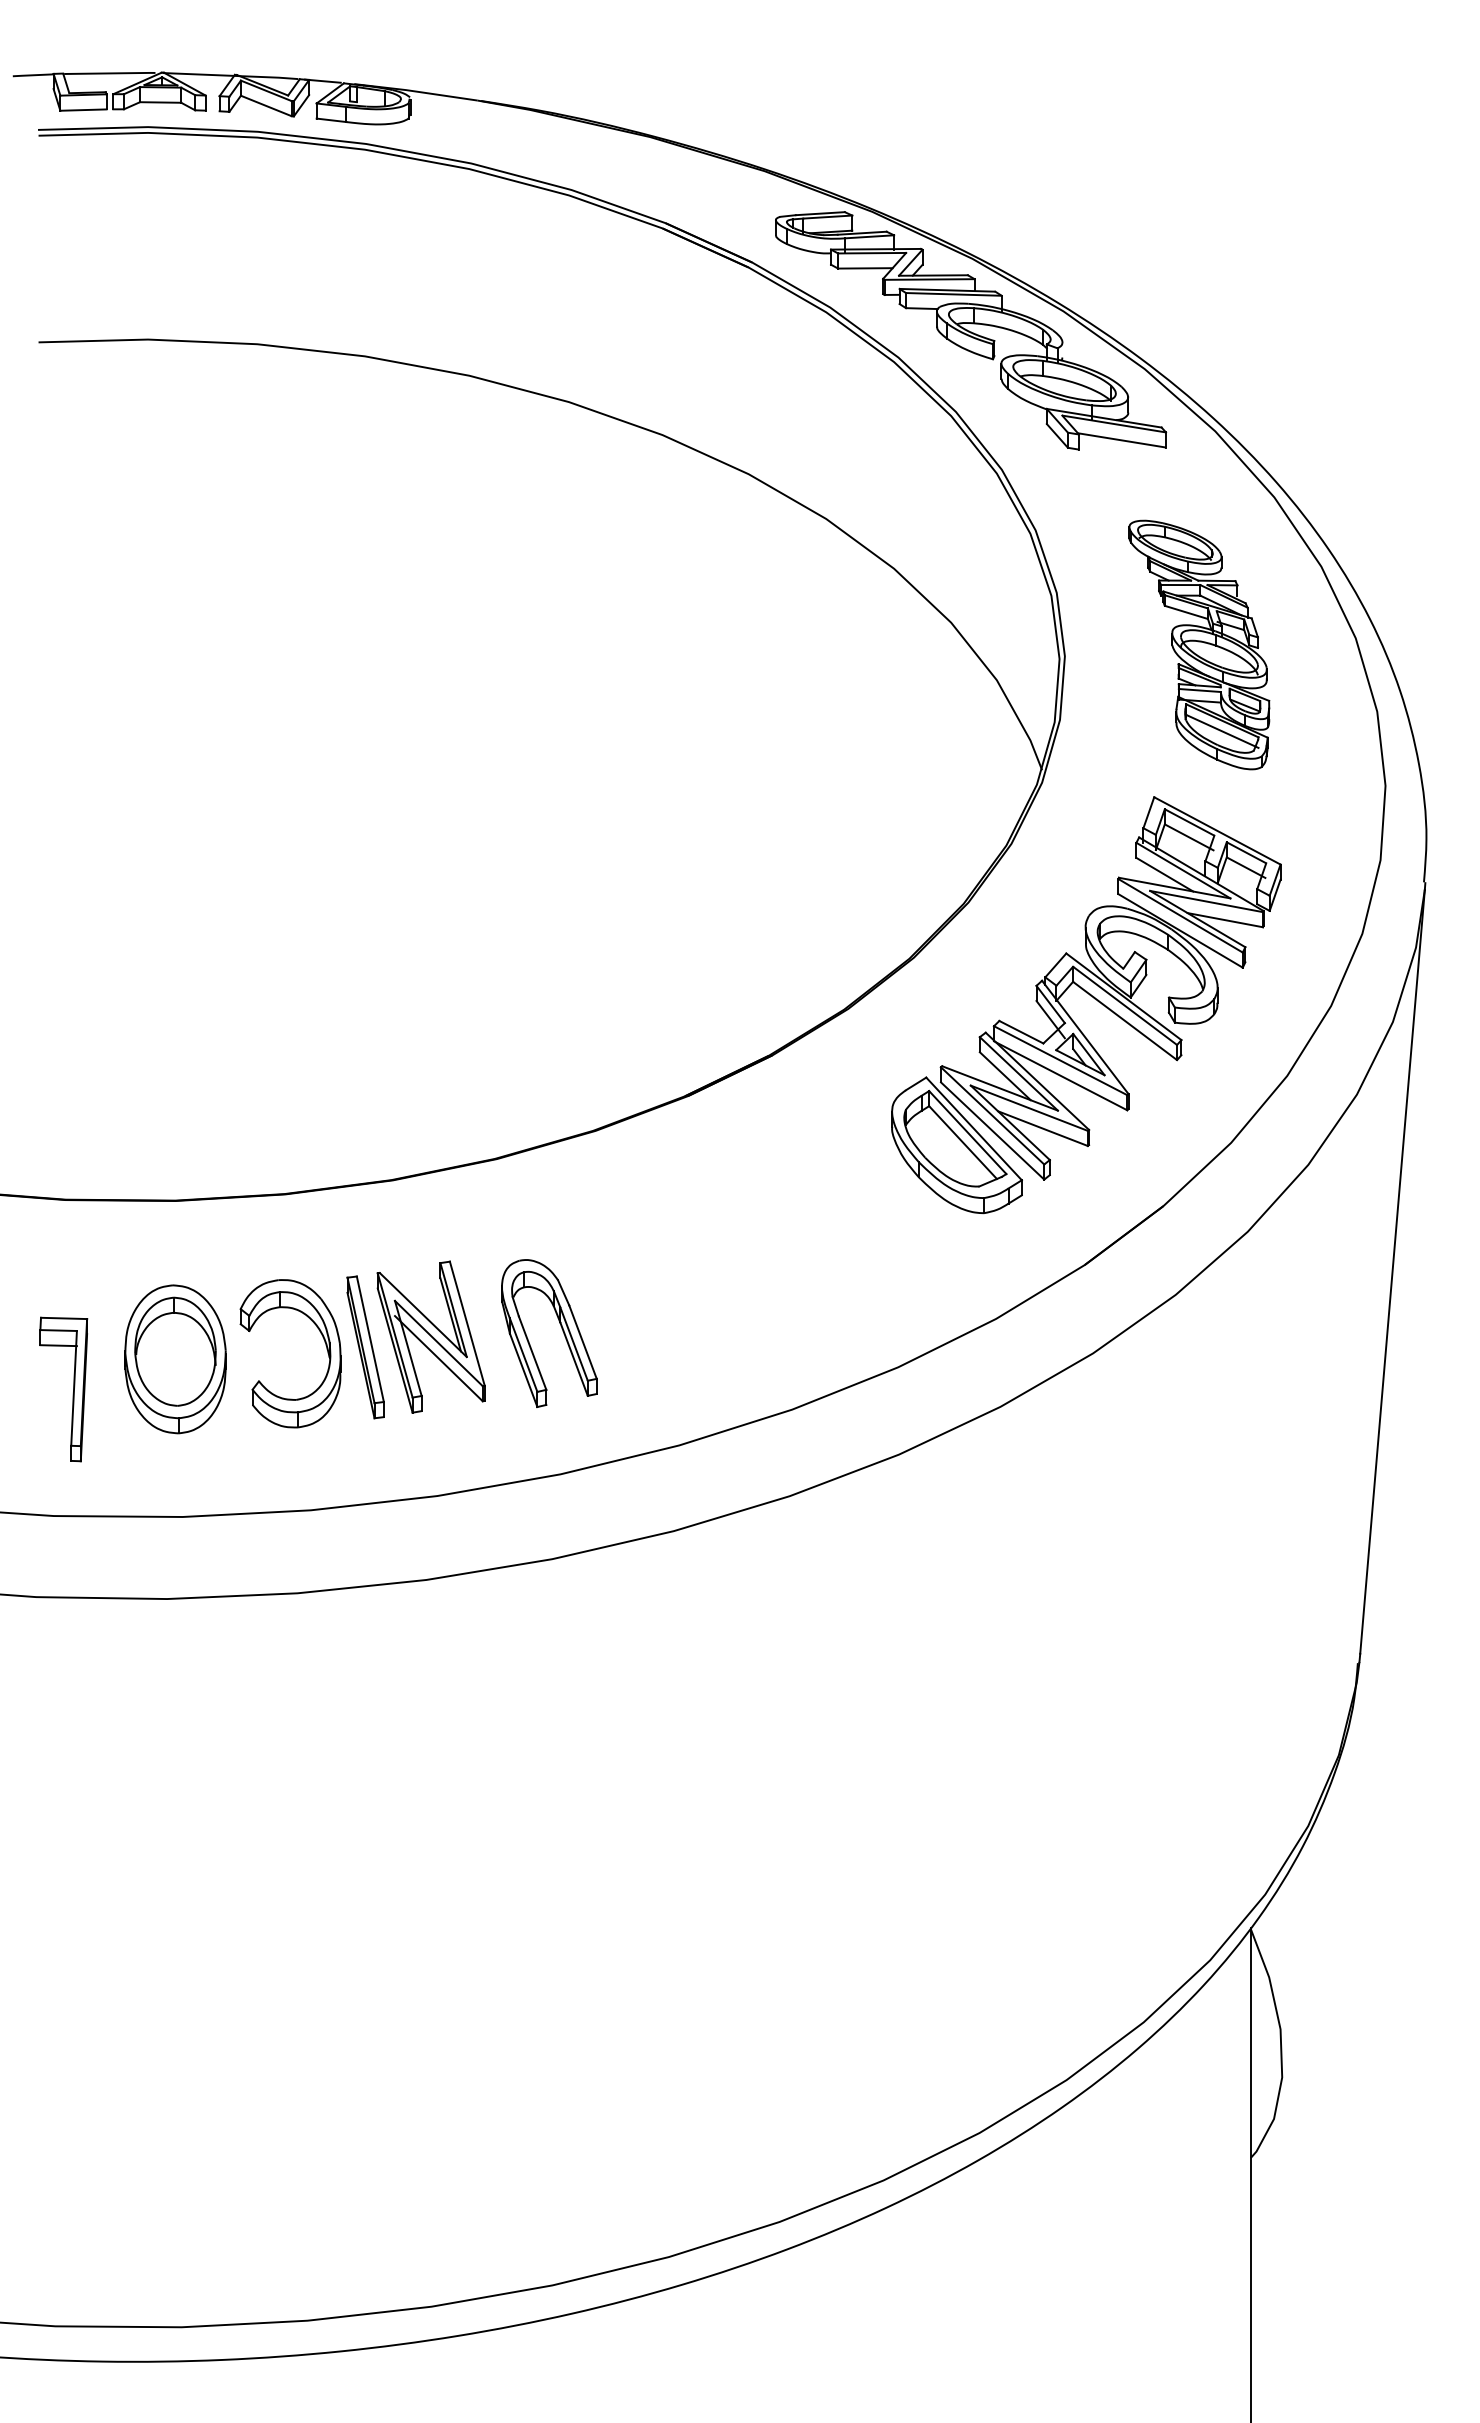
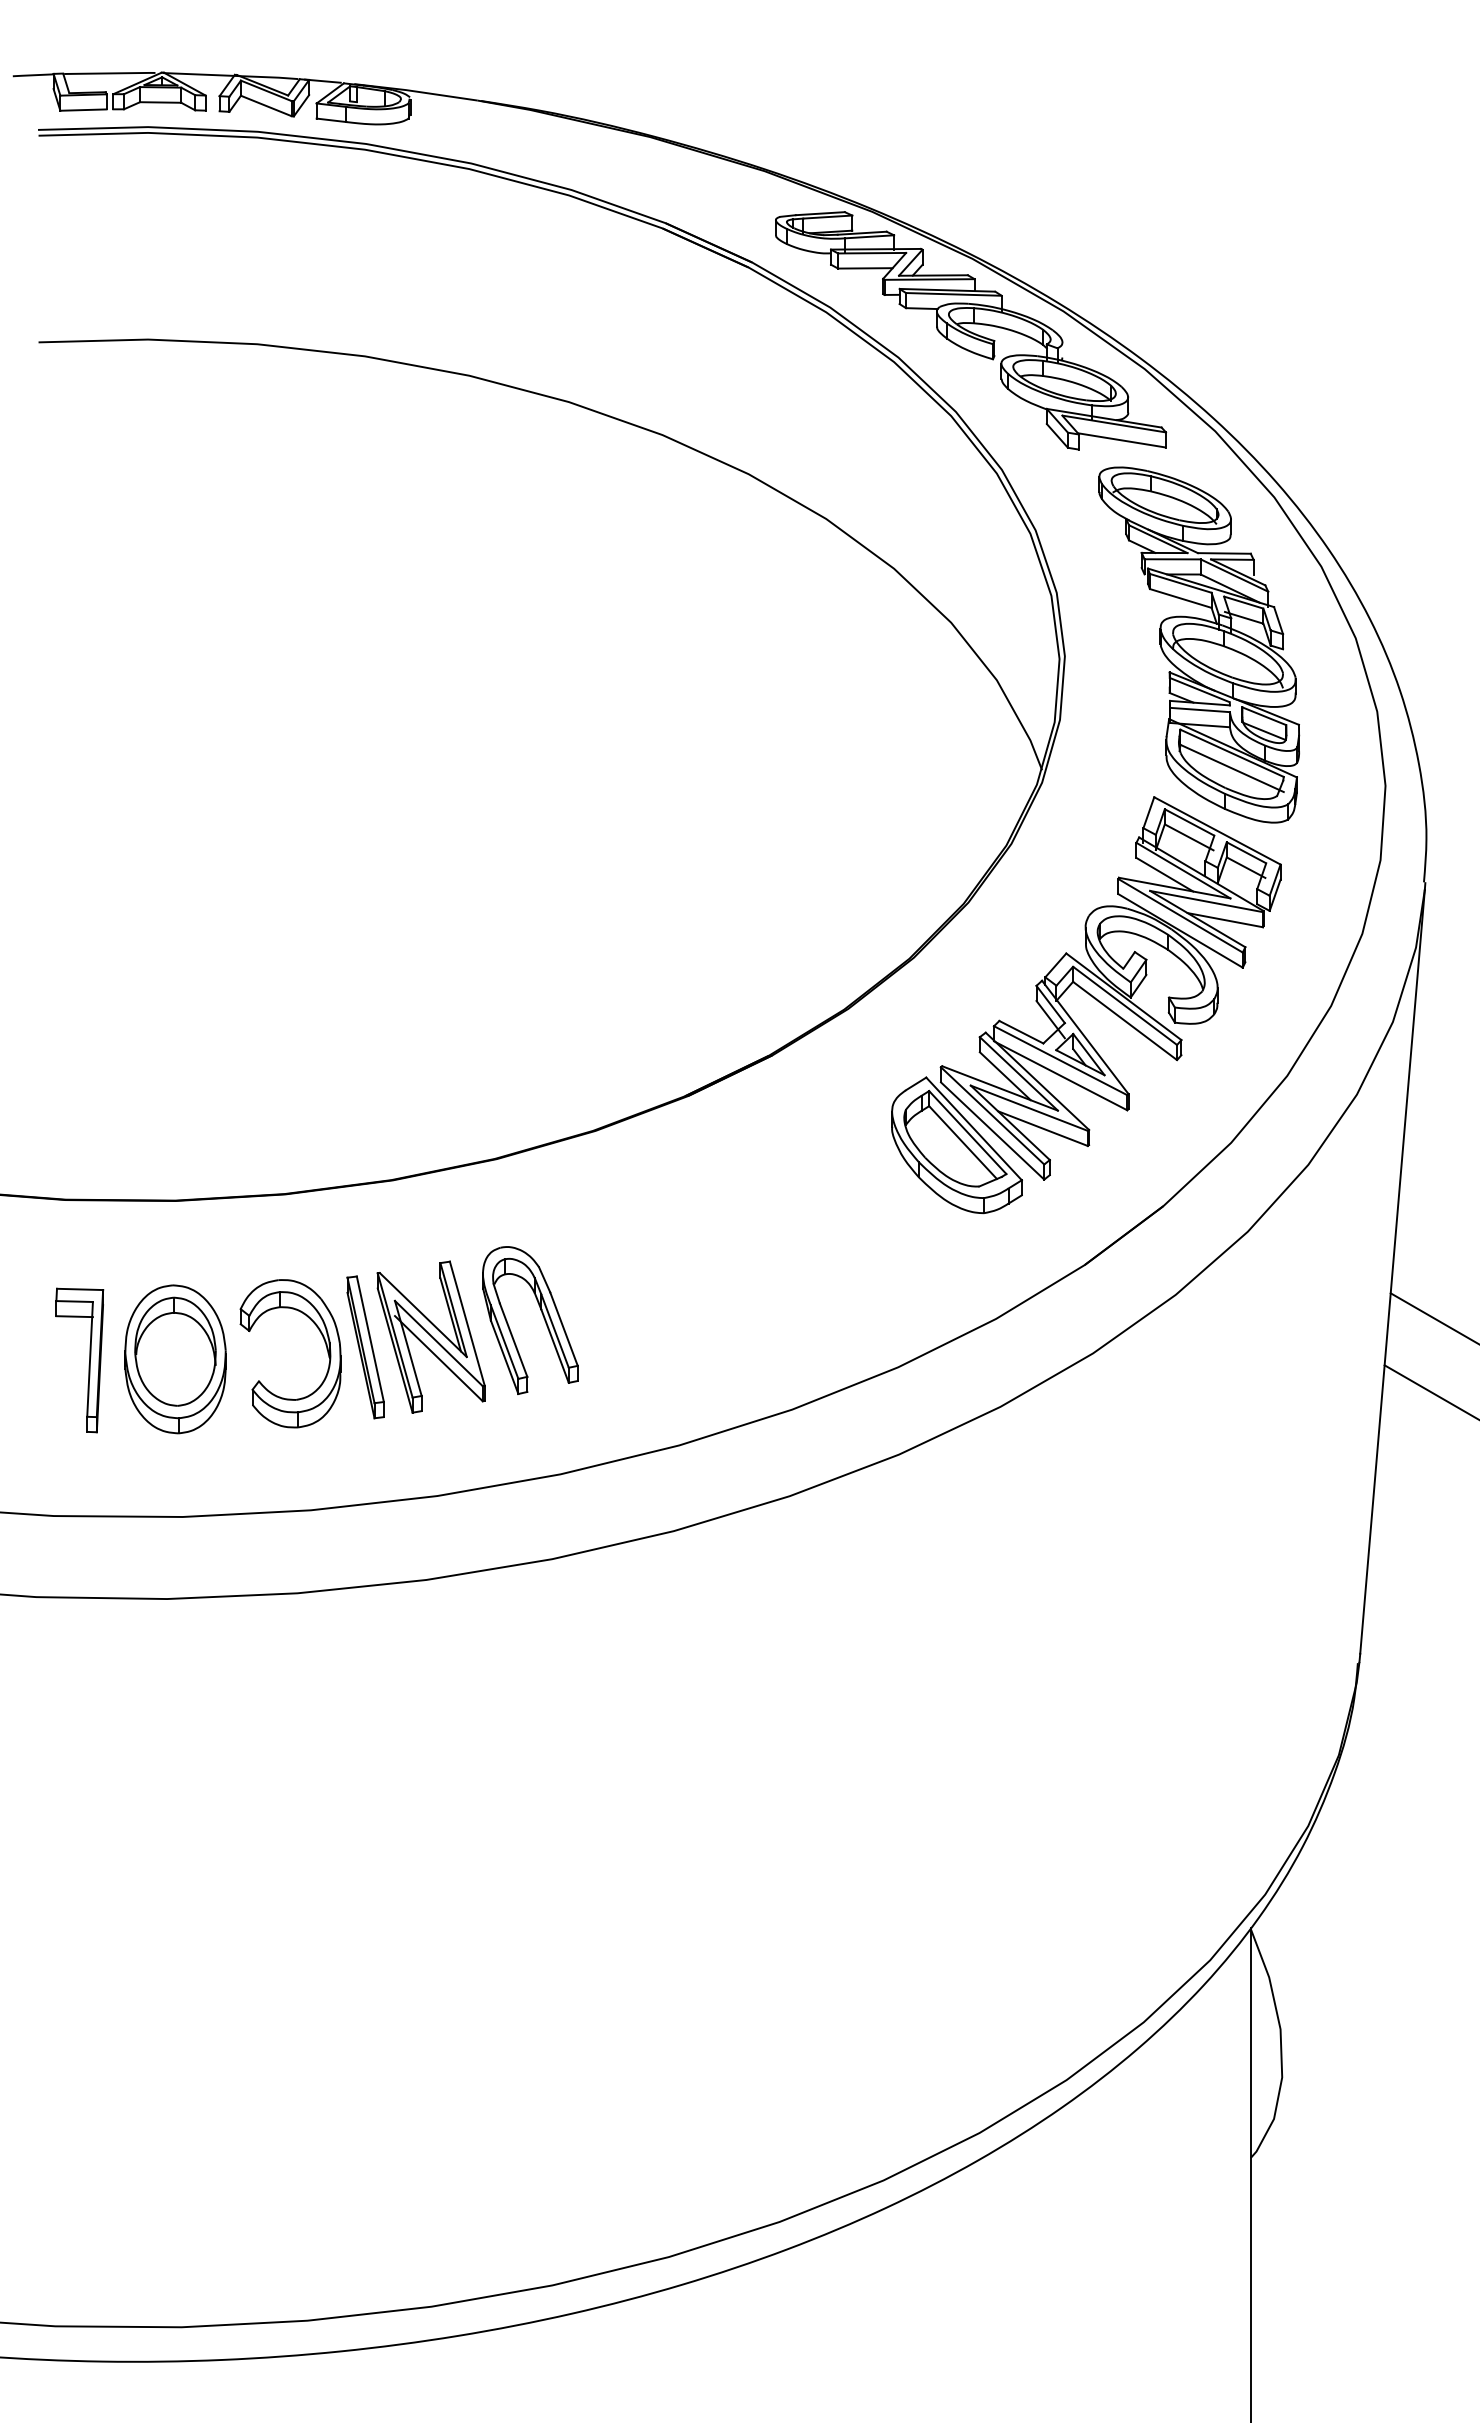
part at (1199, 644) size: 143x252 px -> 203x358 px
line at (1433, 1317): none -> present
part at (561, 1328) position: (561, 1328) -> (542, 1315)
line at (1430, 1391): none -> present
part at (72, 1393) position: (72, 1393) -> (88, 1364)
